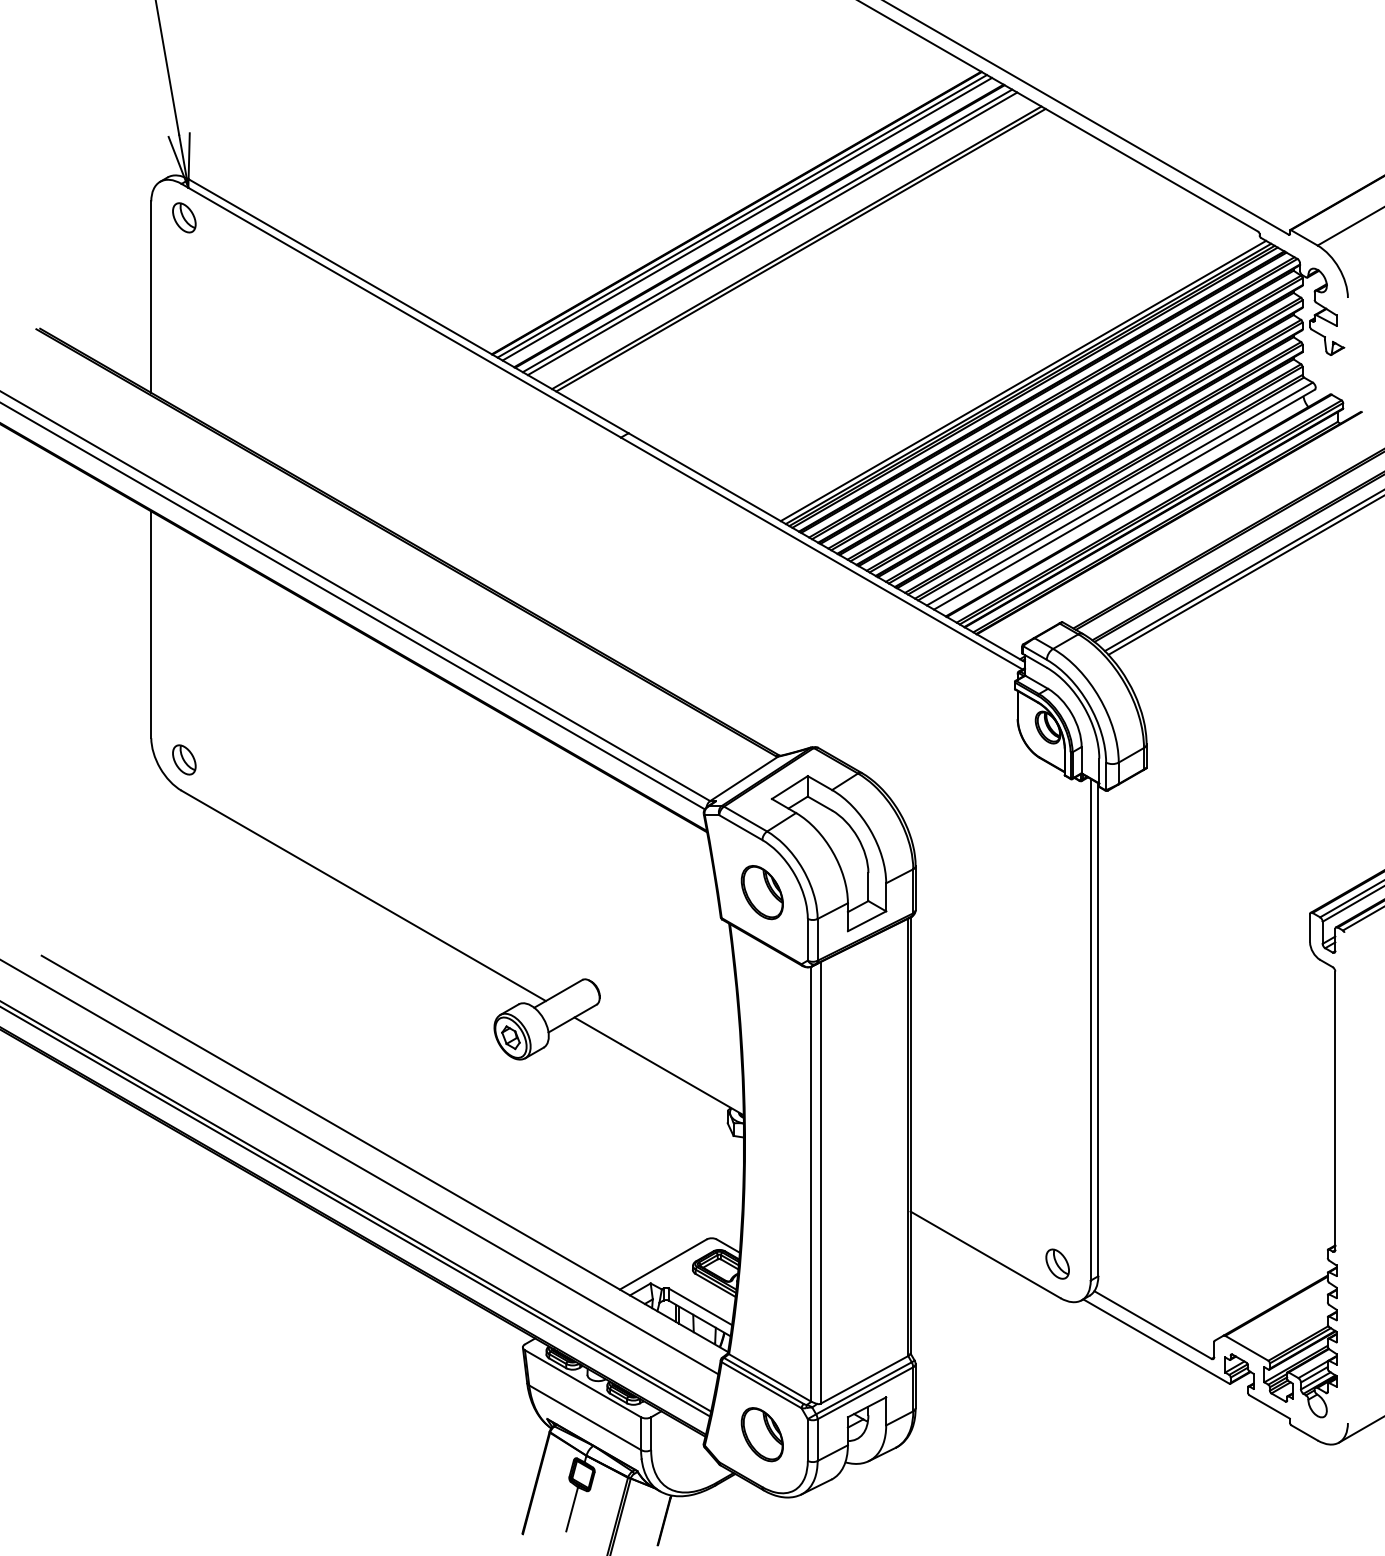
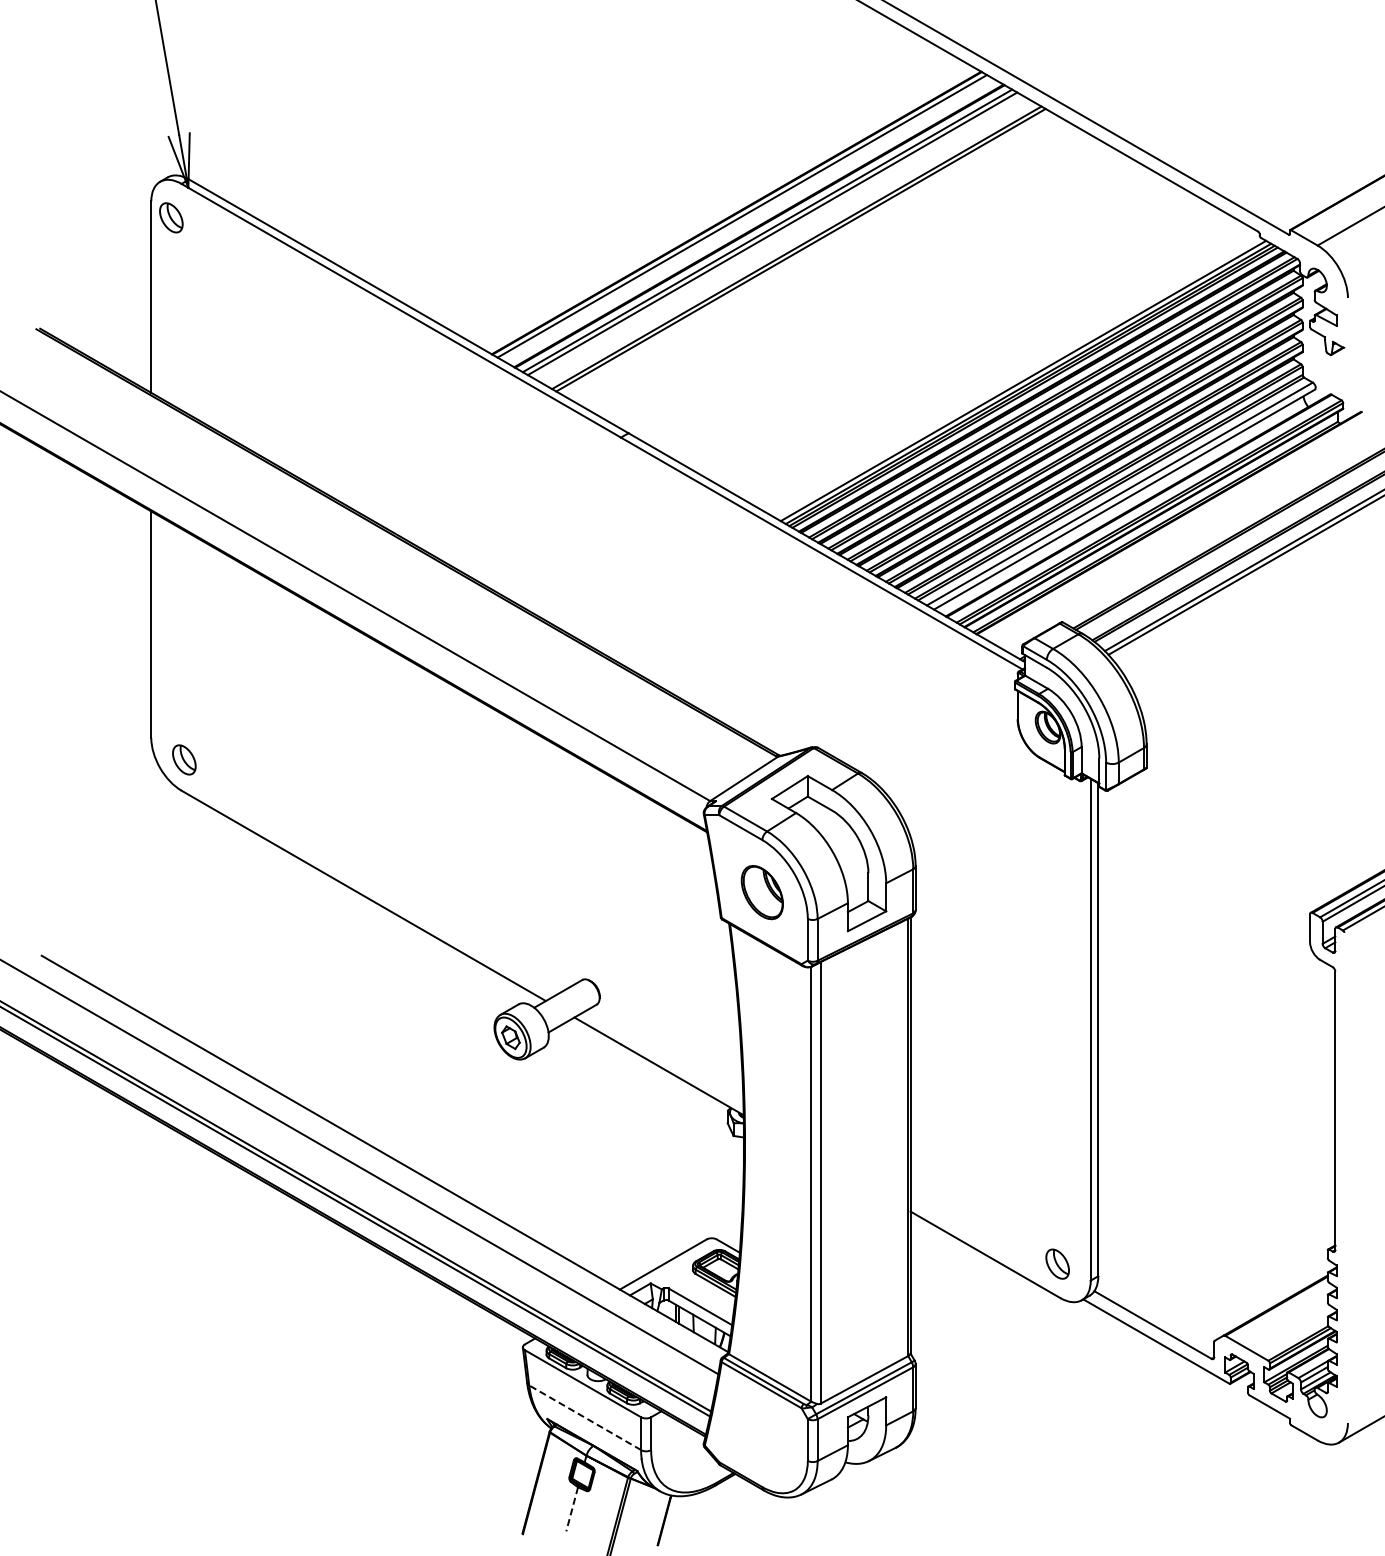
part at (184, 217) position: (184, 217) -> (171, 217)
line at (747, 218): present -> none
line at (353, 606): present -> none
line at (585, 1417): solid -> dashed
part at (761, 1434): present -> none
line at (572, 1509): solid -> dashed
